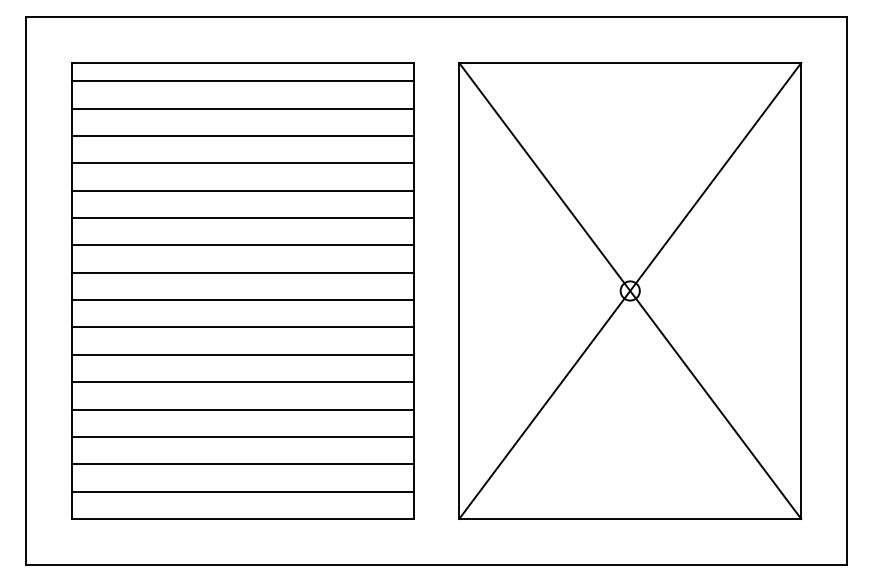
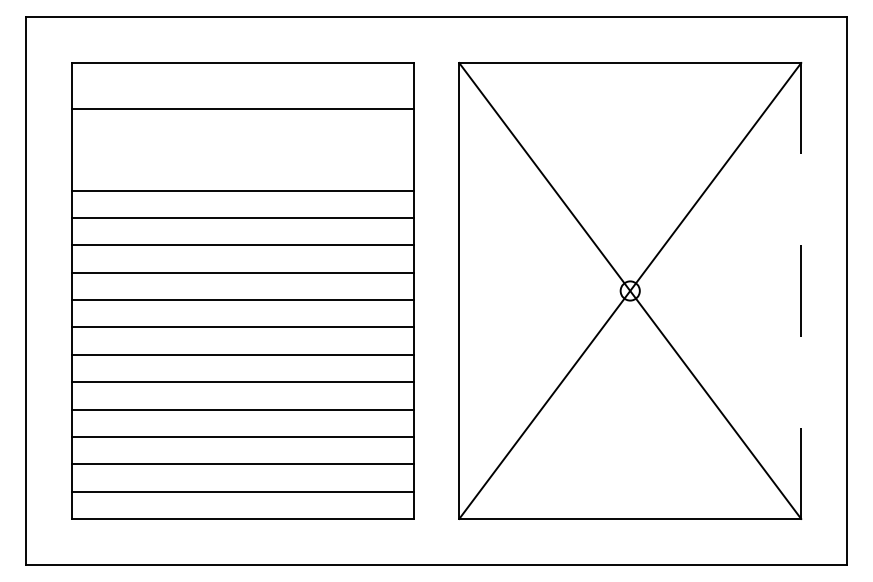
line at (242, 81): present -> none
line at (242, 135): present -> none
line at (242, 163): present -> none
line at (801, 291): solid -> dashed
